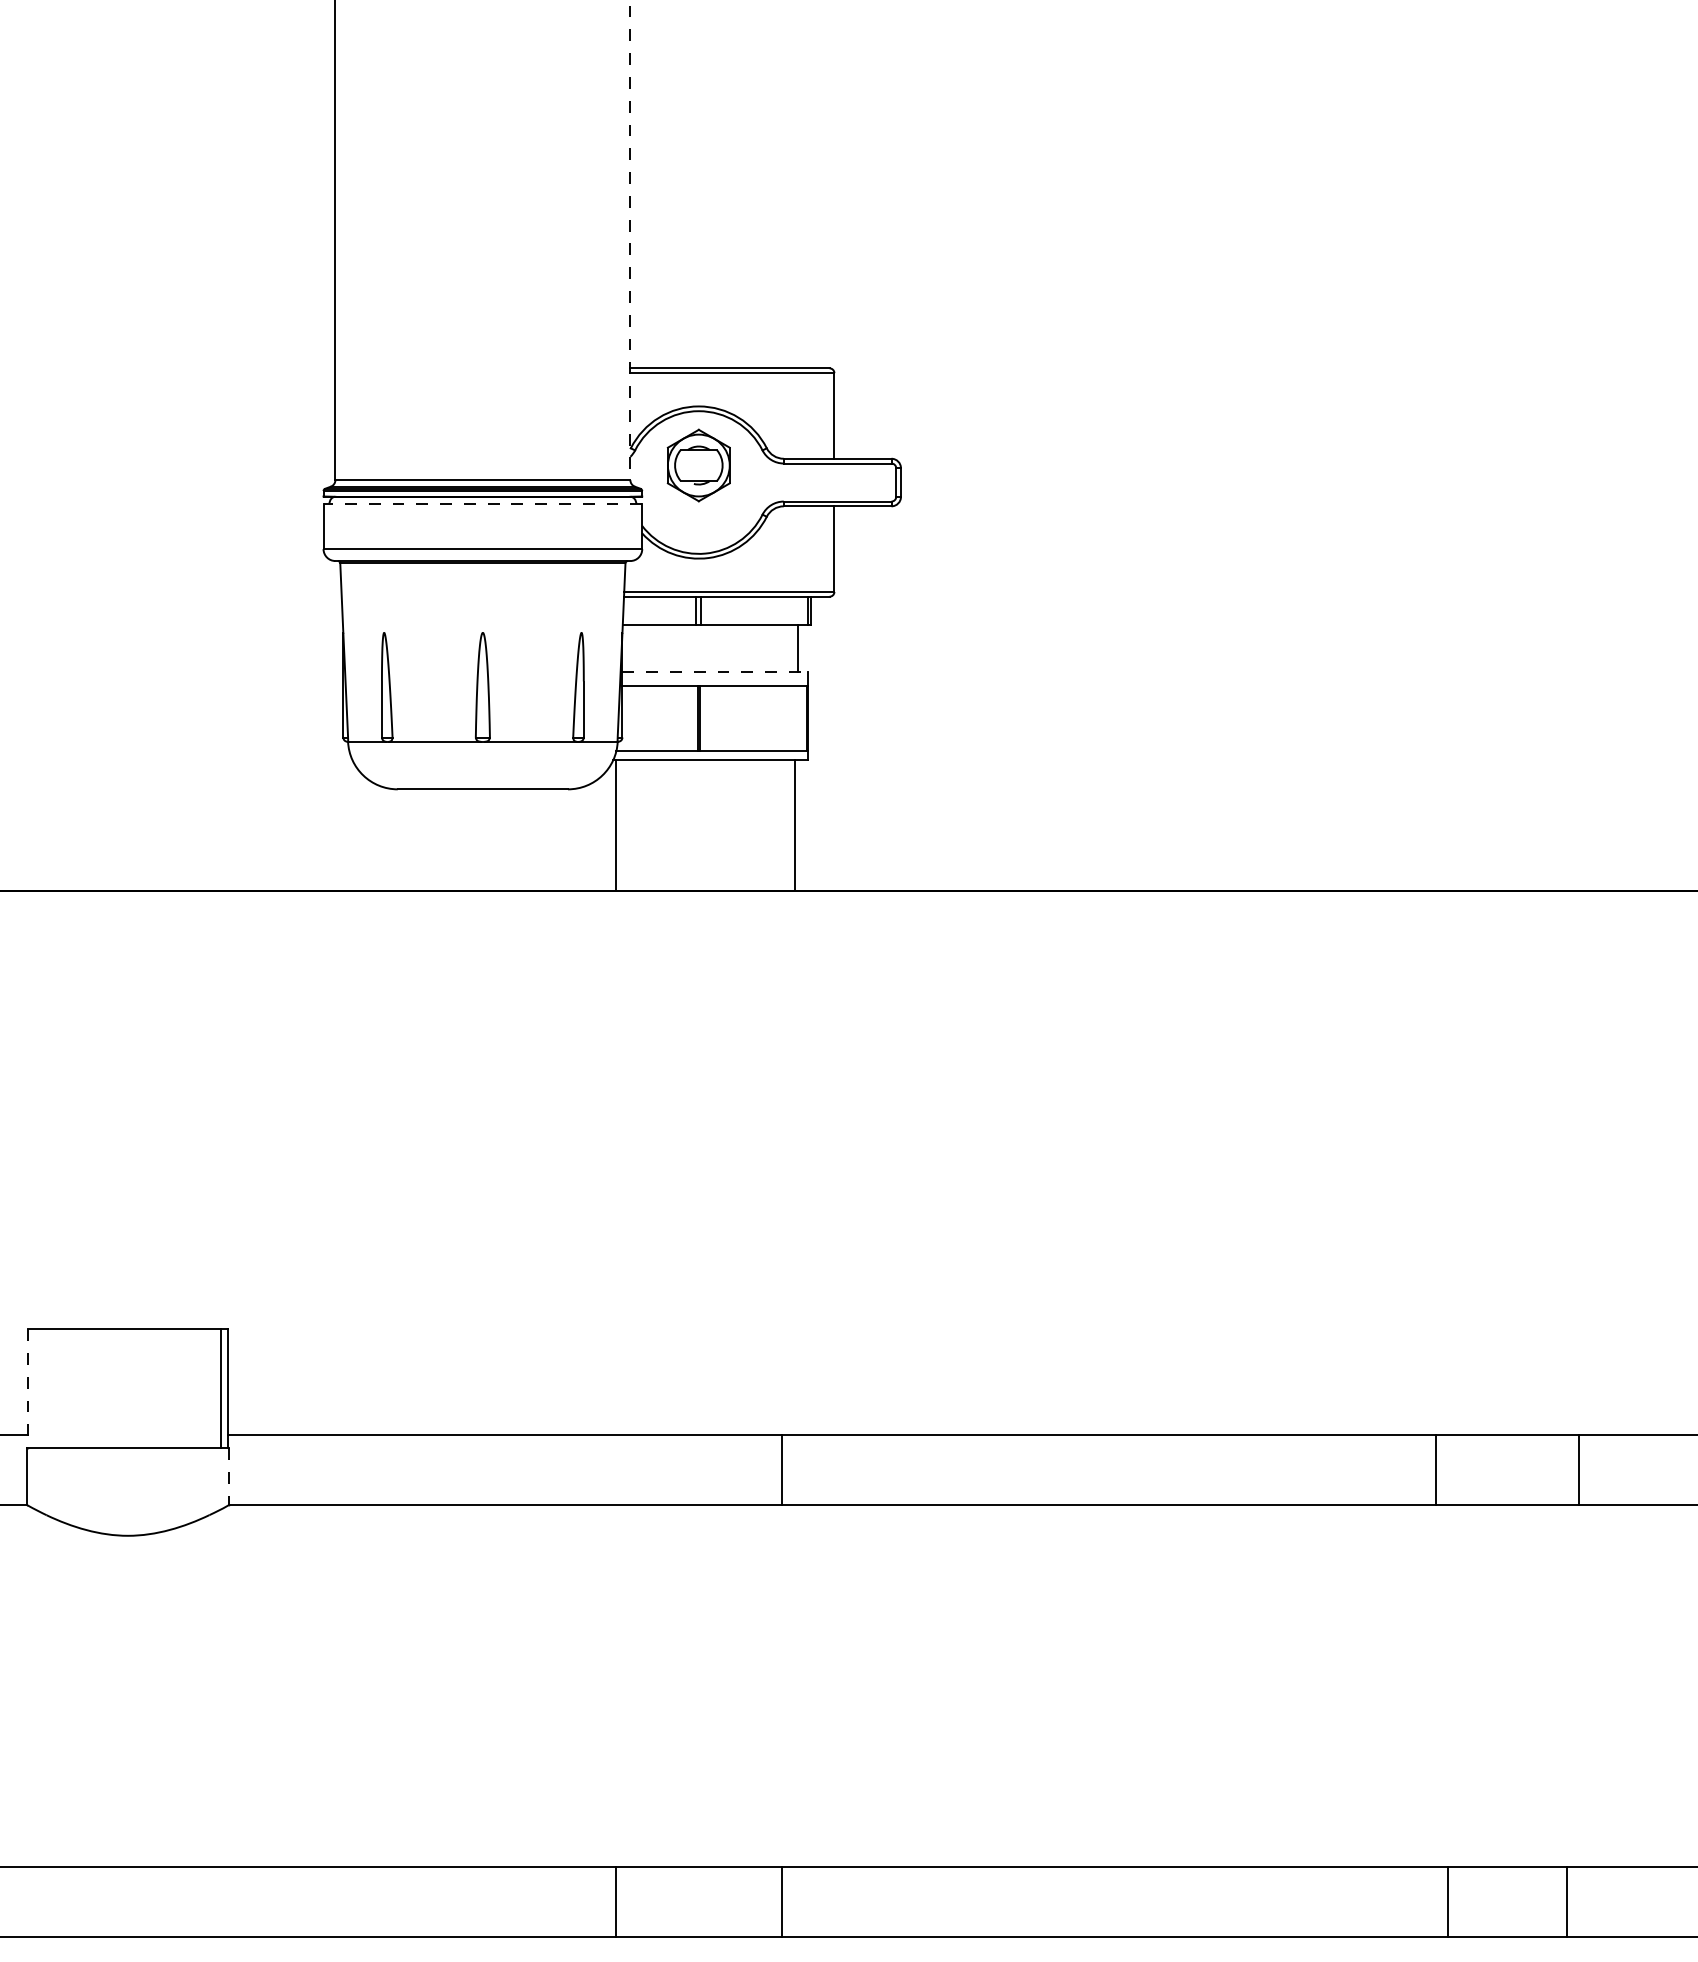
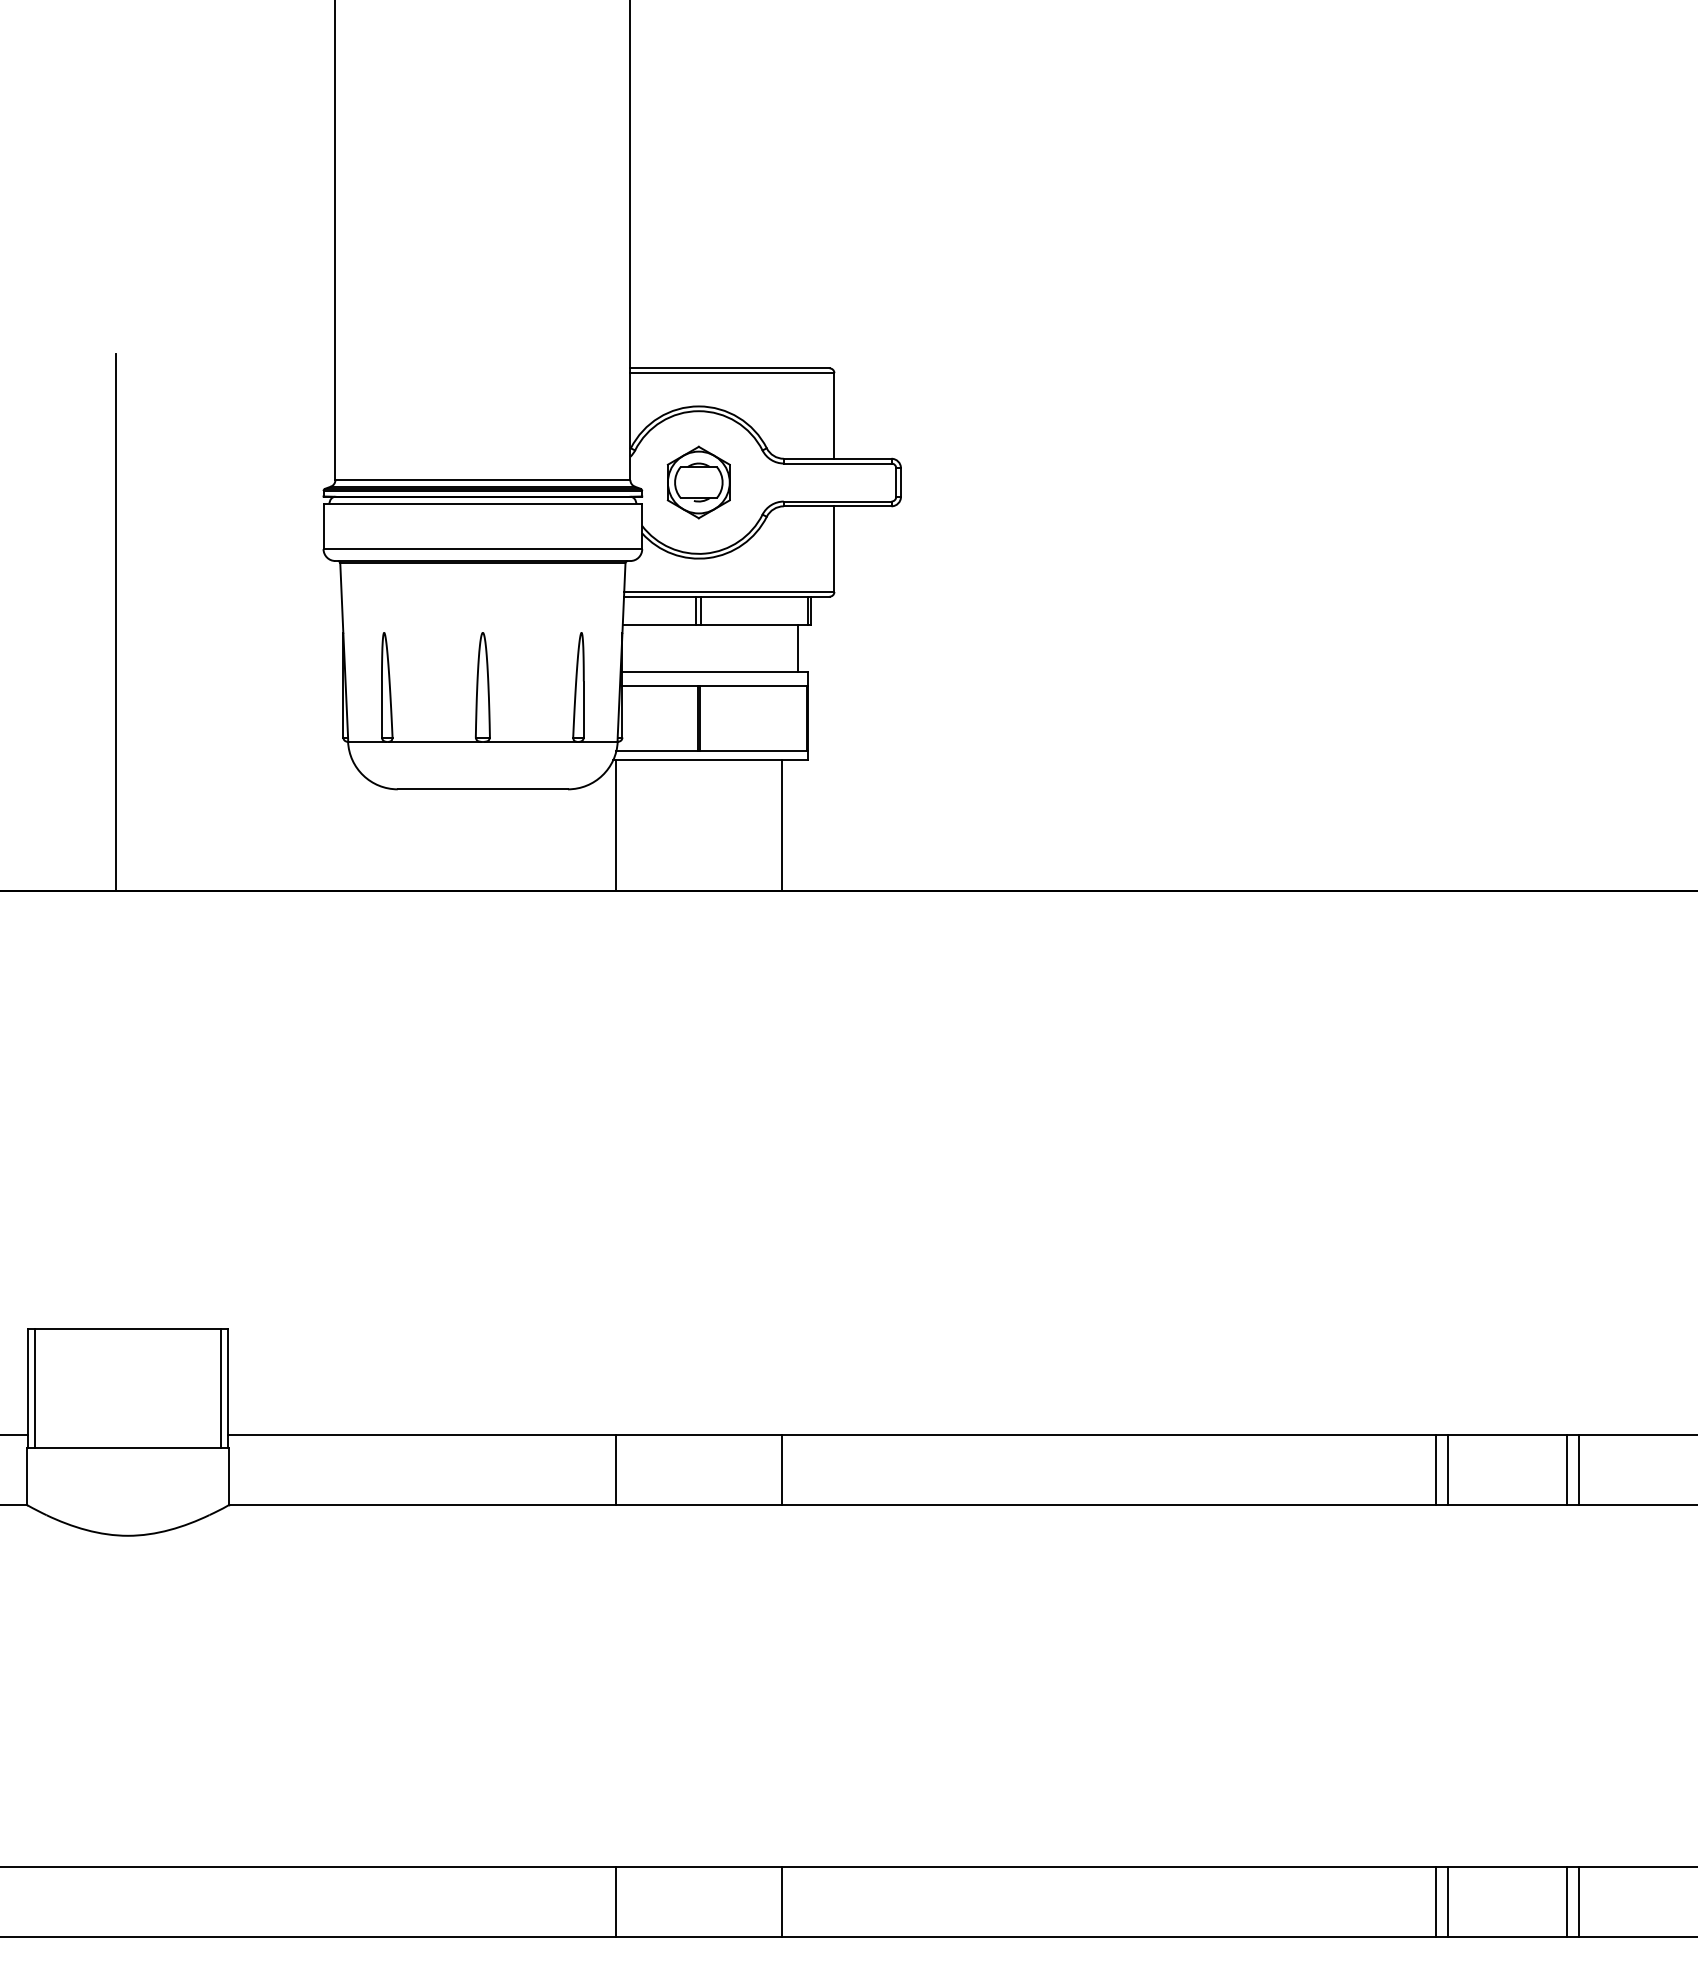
line at (630, 240): dashed -> solid
part at (698, 465) position: (698, 465) -> (698, 482)
line at (482, 503): dashed -> solid
line at (116, 622): none -> present
line at (715, 672): dashed -> solid
line at (795, 825) position: (795, 825) -> (782, 825)
line at (35, 1388): none -> present
line at (28, 1389): dashed -> solid
line at (615, 1469): none -> present
line at (1447, 1469): none -> present
line at (1566, 1469): none -> present
line at (228, 1477): dashed -> solid
line at (1436, 1902): none -> present
line at (1578, 1902): none -> present
